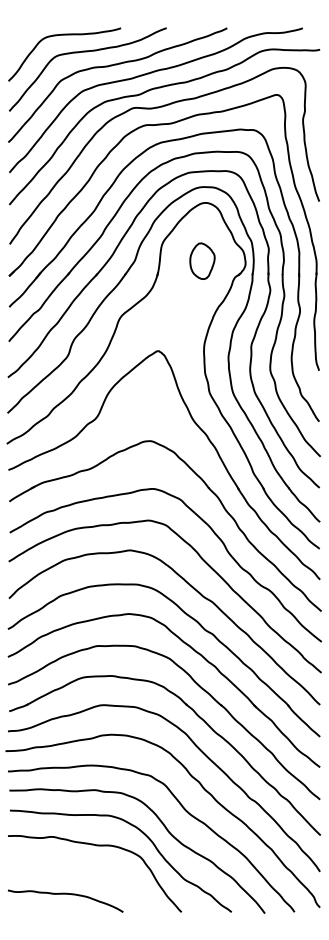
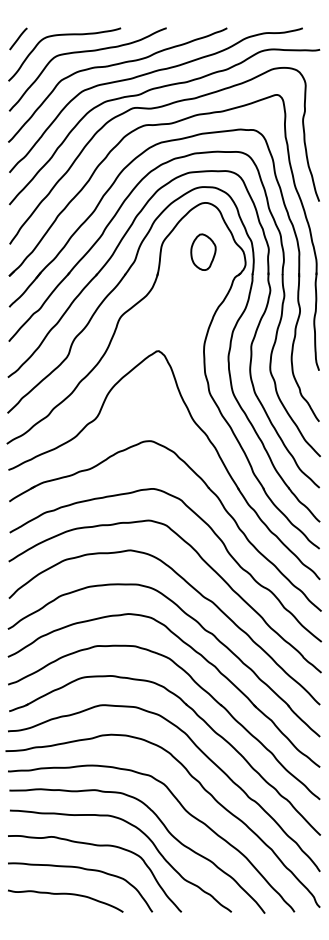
line at (18, 38): none -> present
part at (202, 260) position: (202, 260) -> (203, 251)
curve at (86, 870): none -> present
